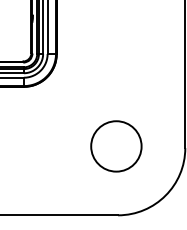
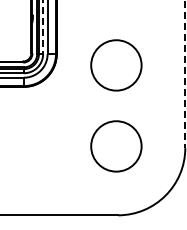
line at (43, 27): solid -> dashed
circle at (116, 65): none -> present
line at (185, 74): solid -> dashed
